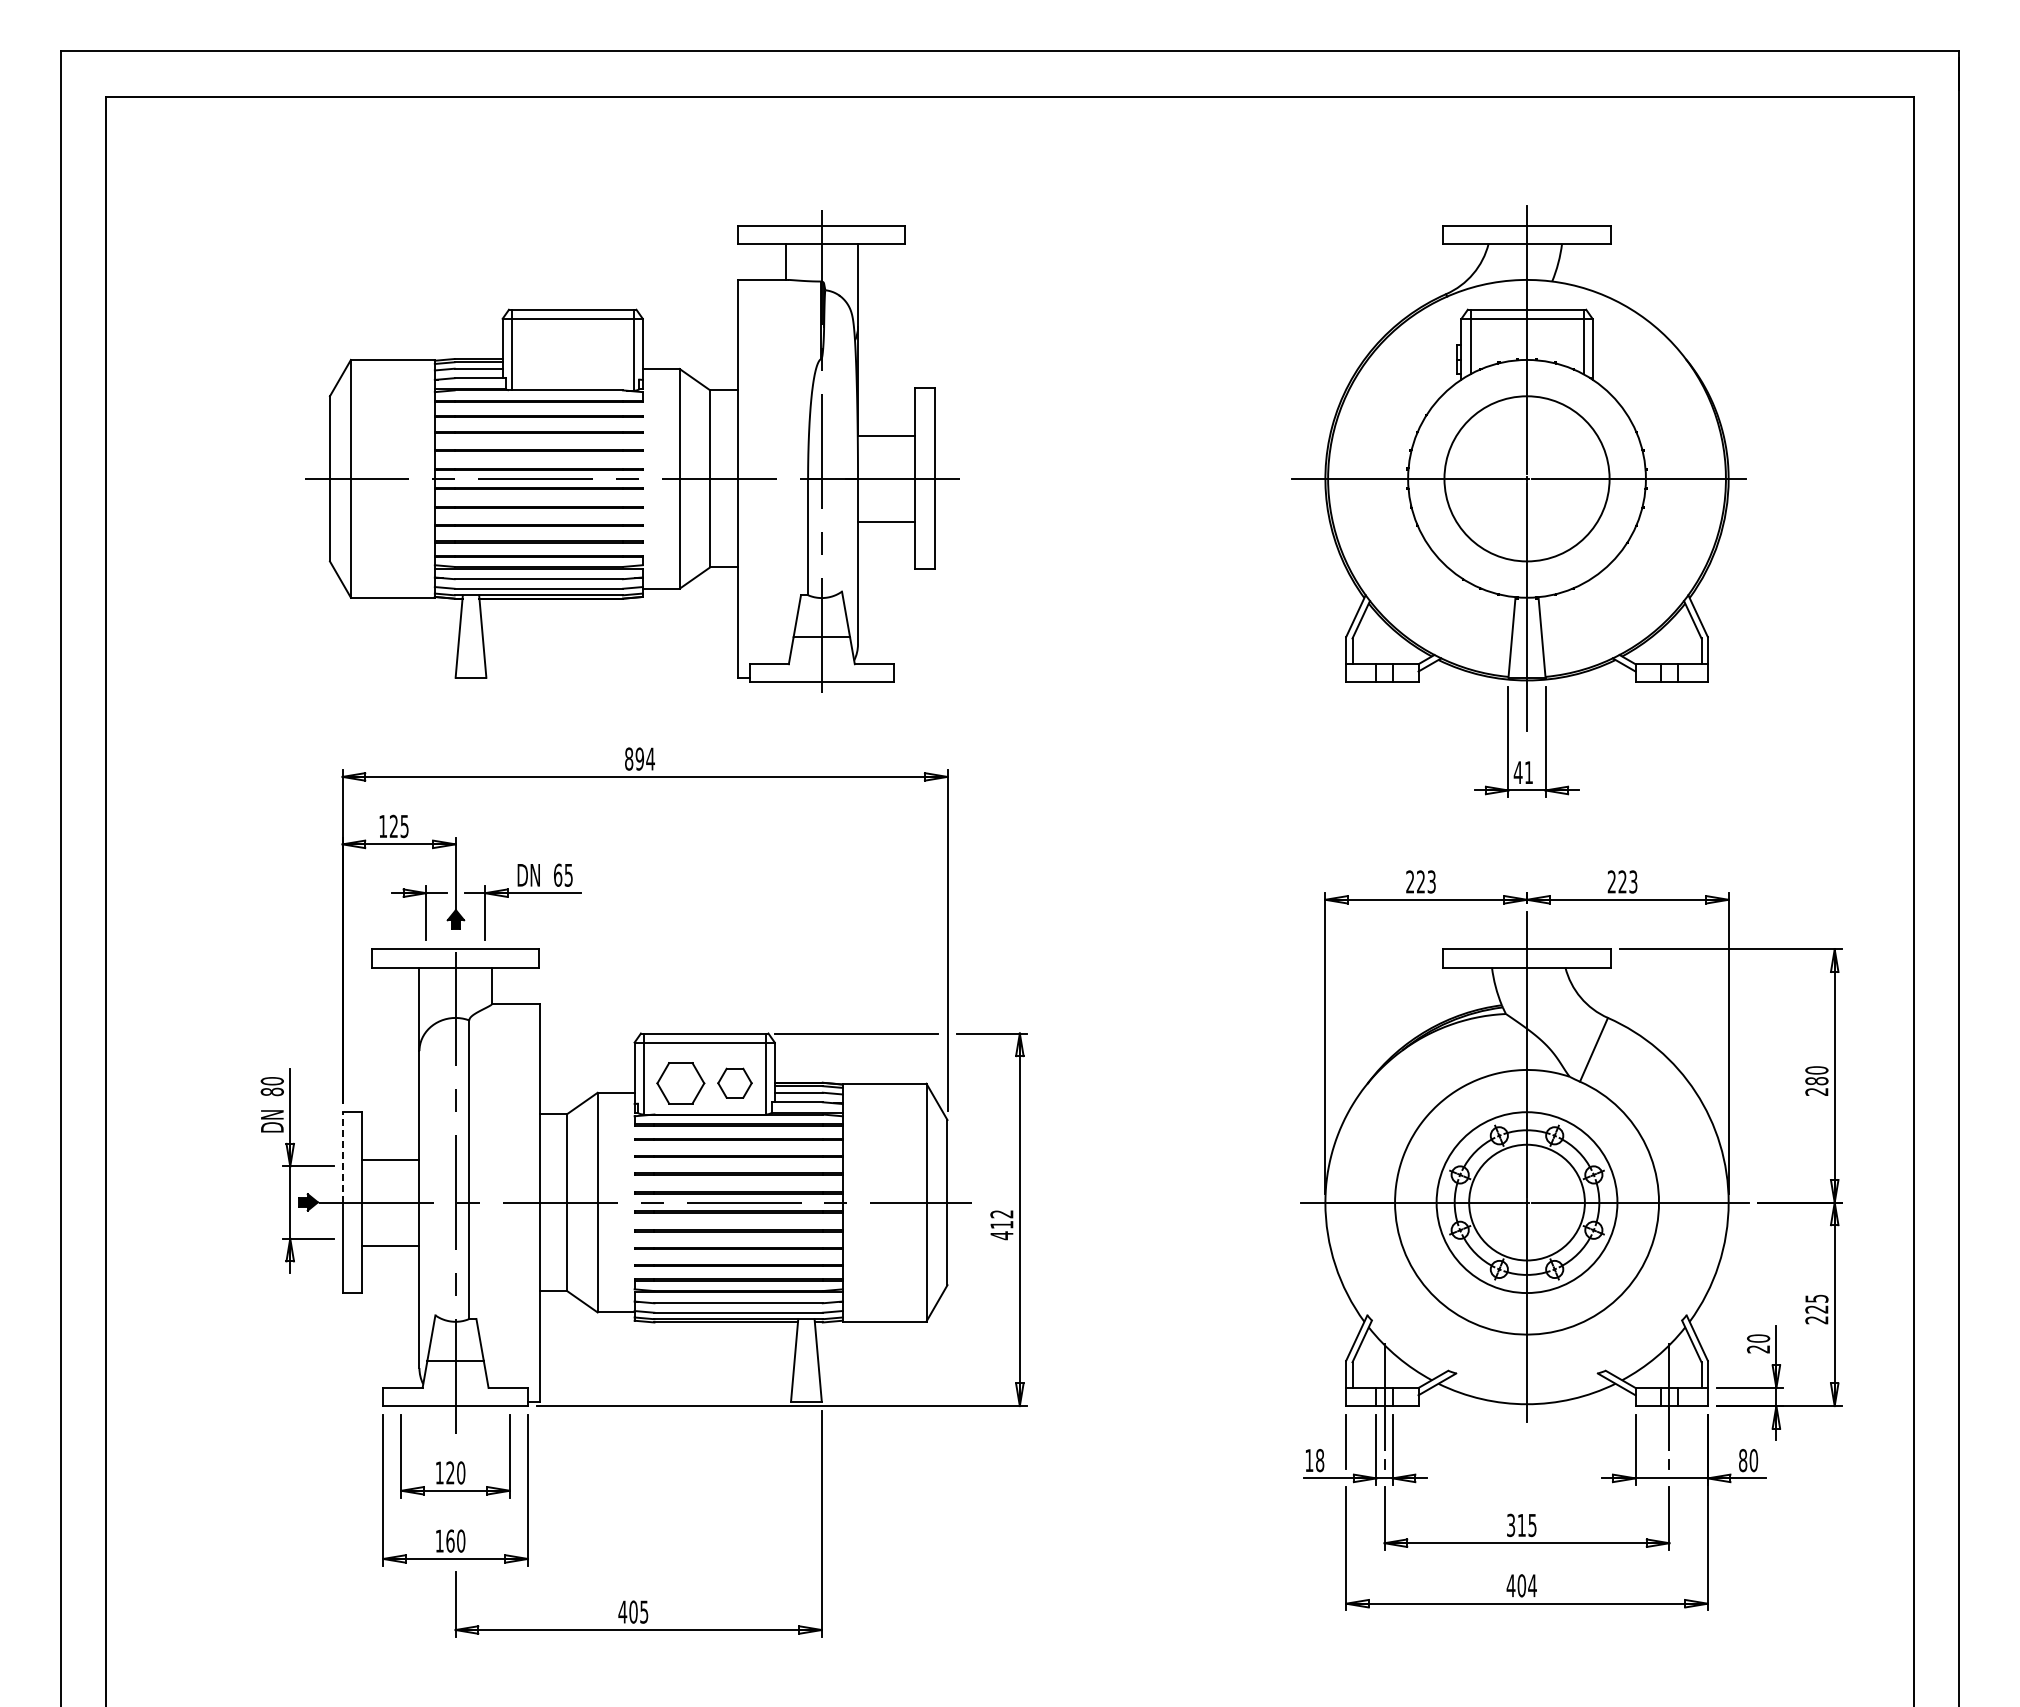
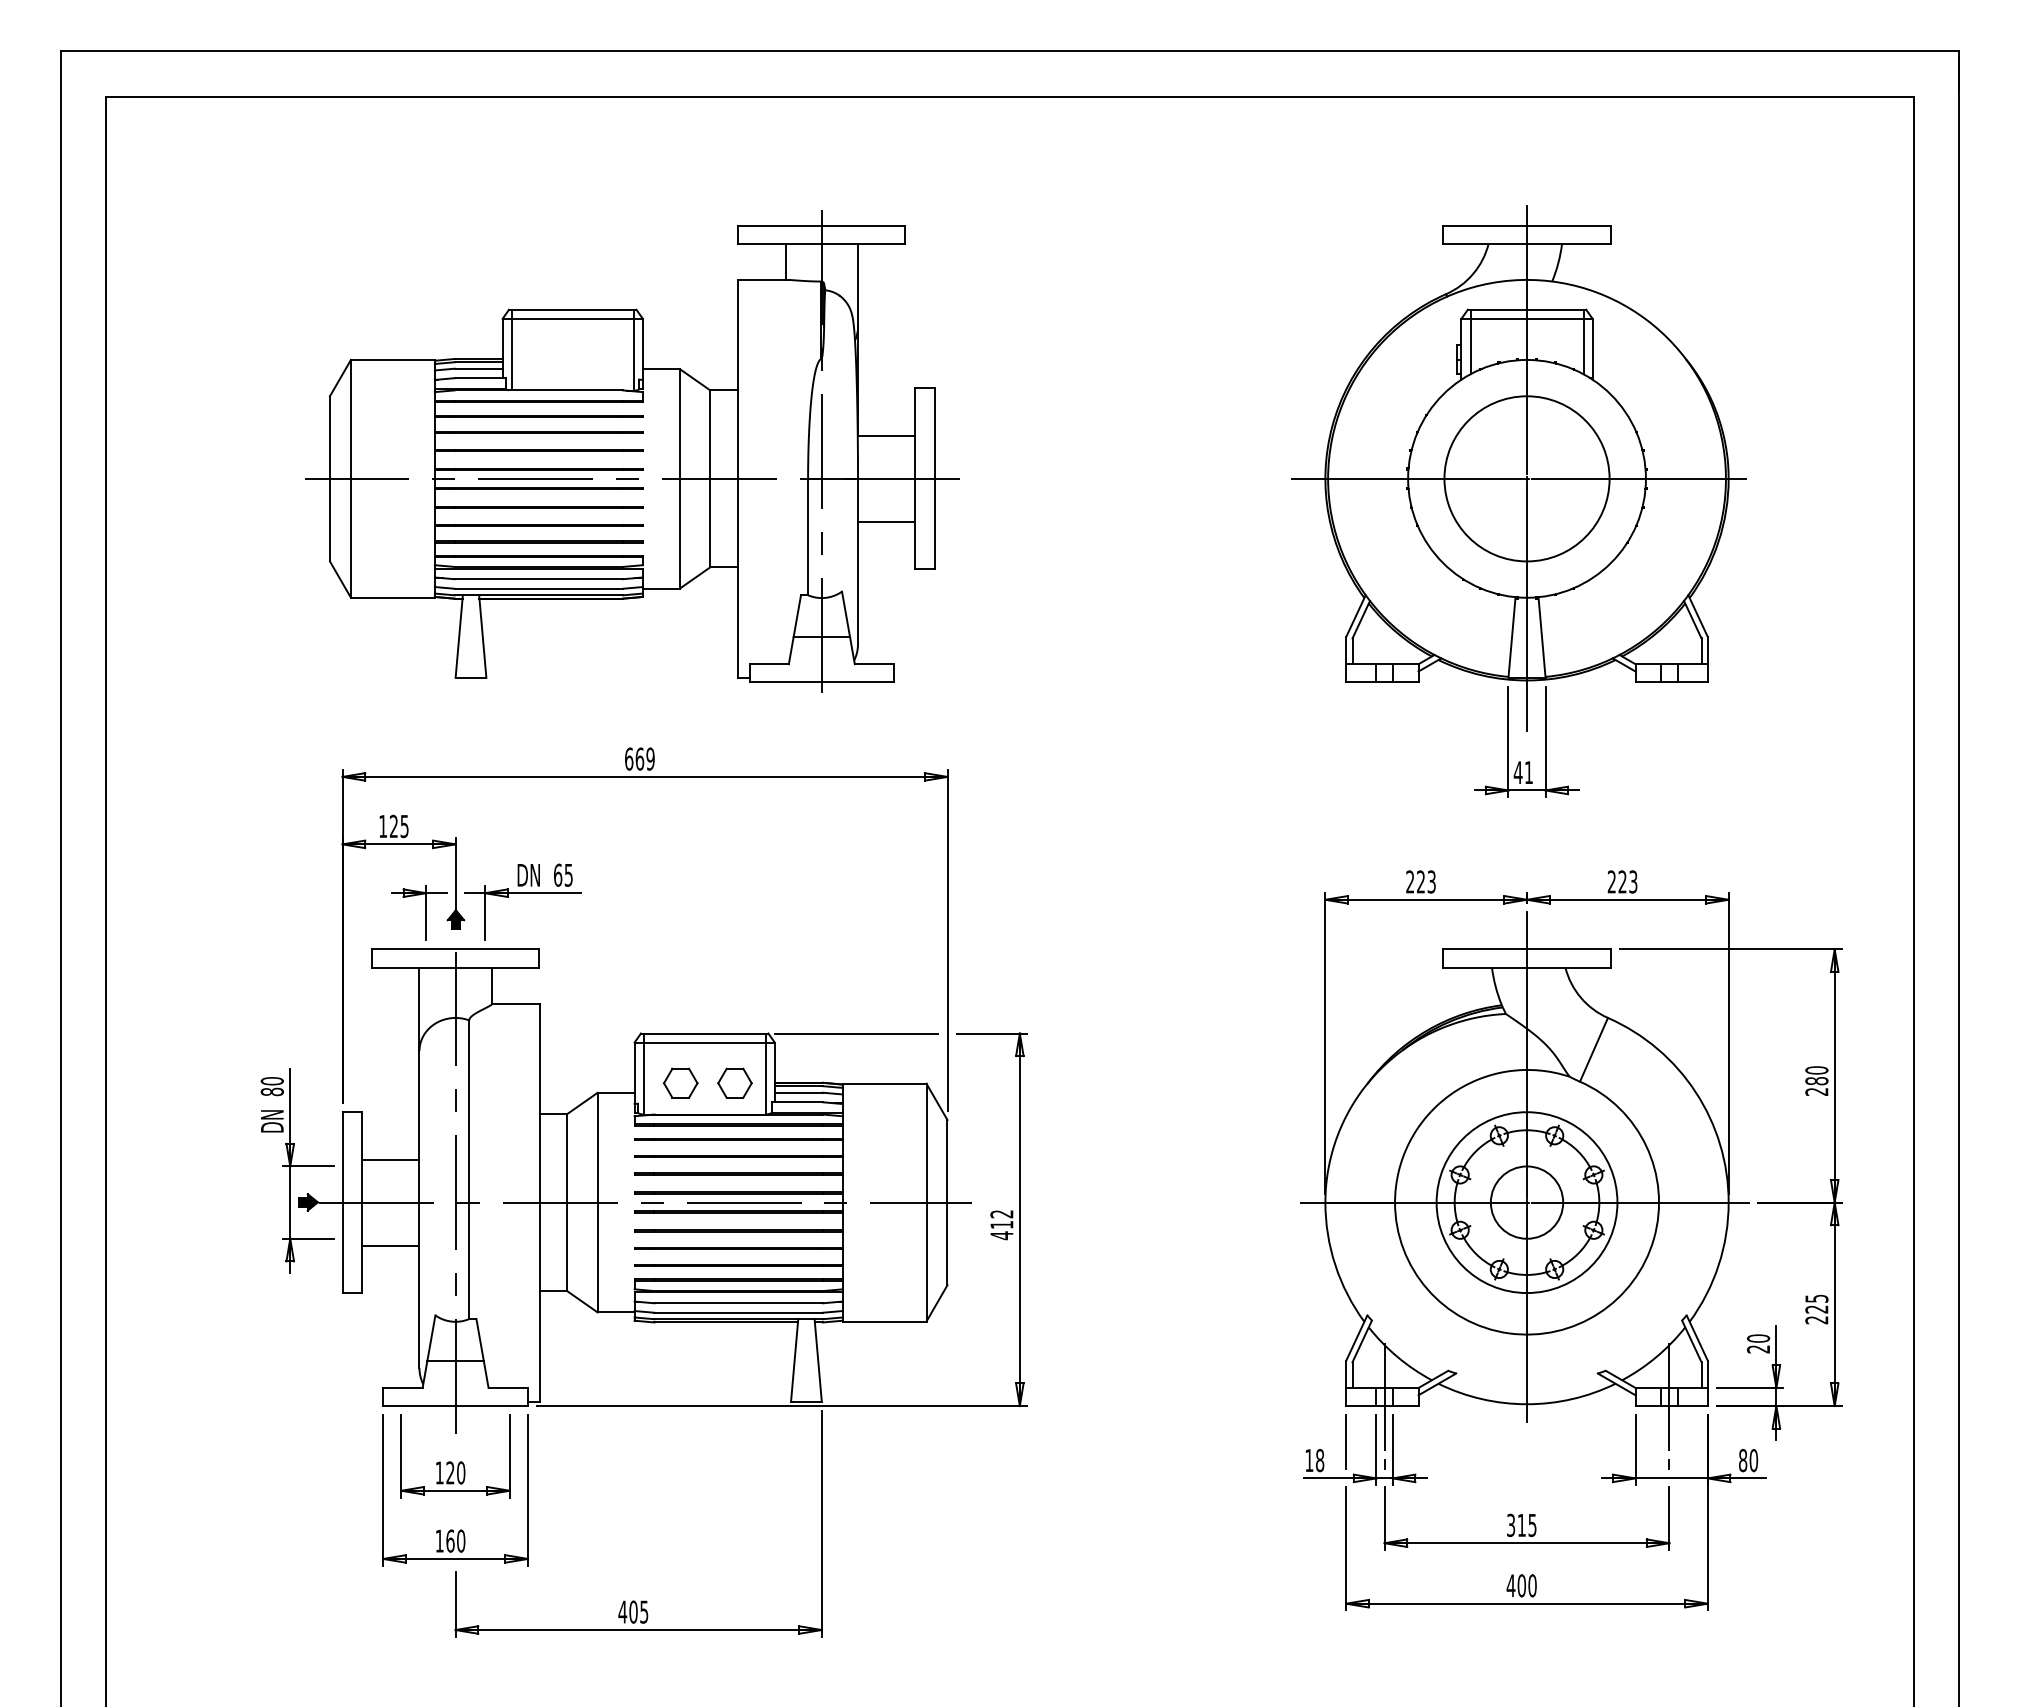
text at (639, 758): 894 -> 669
part at (680, 1083) size: 50x43 px -> 37x32 px
line at (342, 1156): dashed -> solid
circle at (1526, 1202) diameter: 116 px -> 72 px
text at (1532, 1585): 404 -> 400
